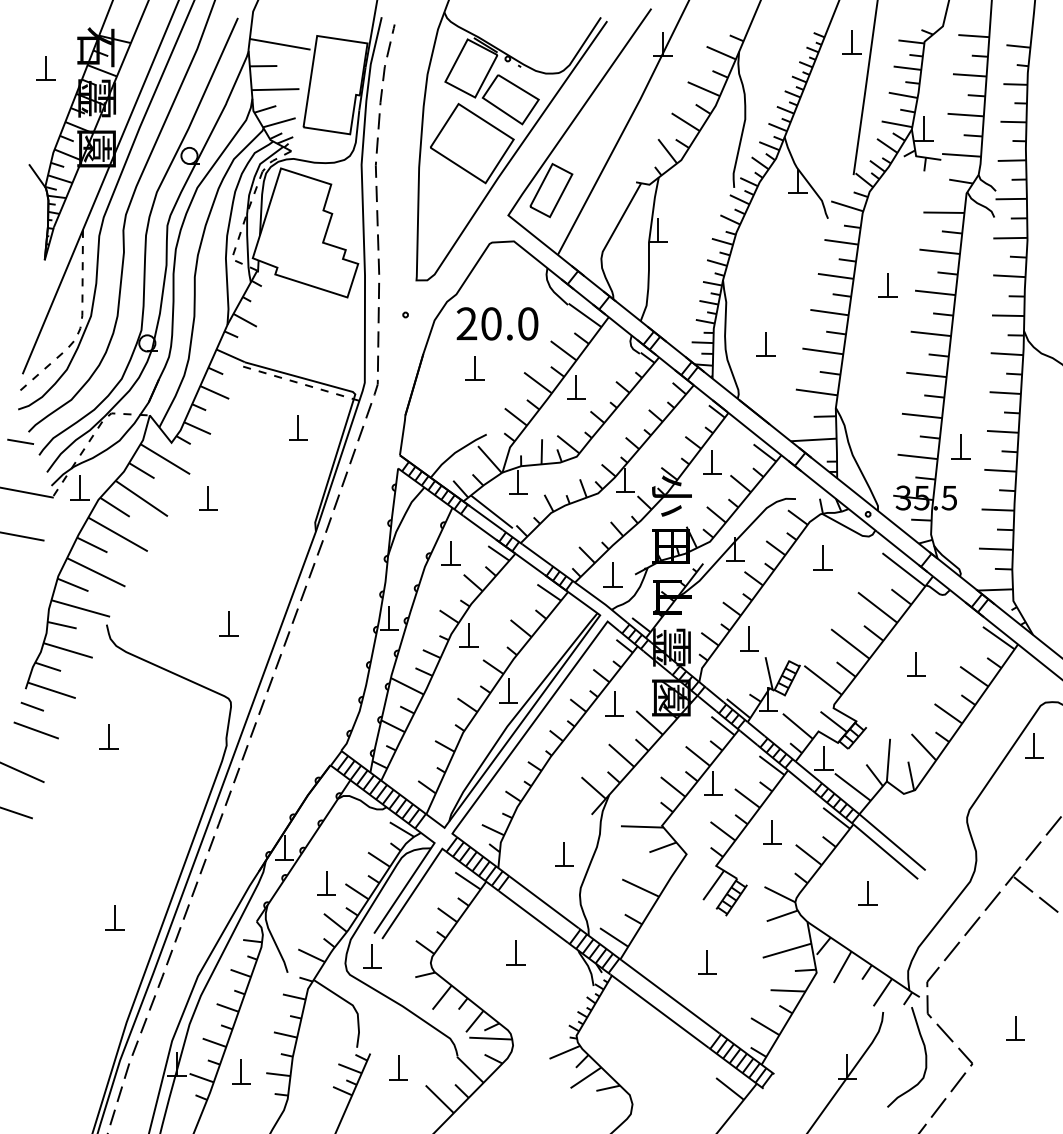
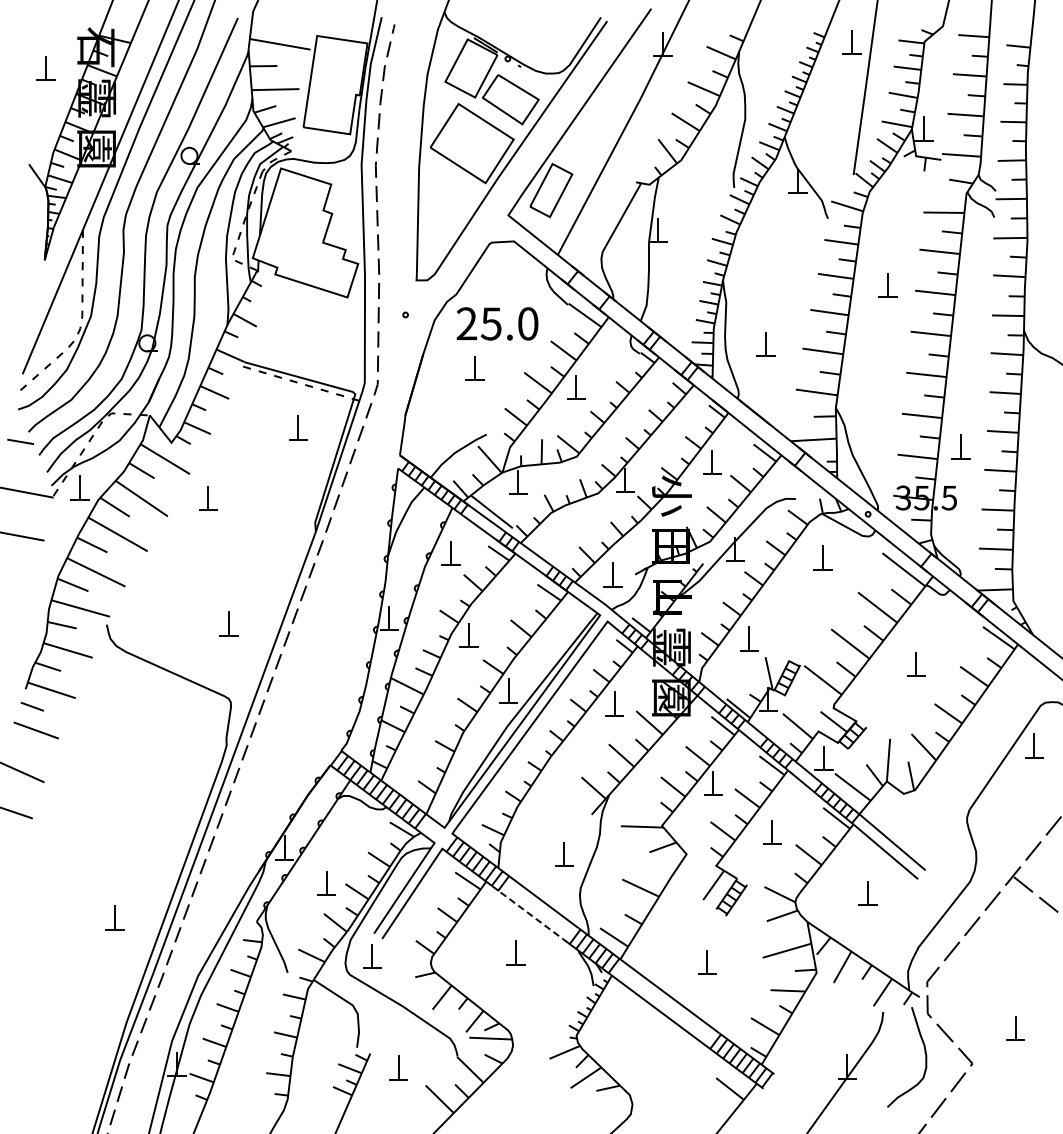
text at (490, 323): 20.0 -> 25.0
part at (108, 736): present -> none
line at (532, 916): solid -> dashed
part at (241, 1071): present -> none
